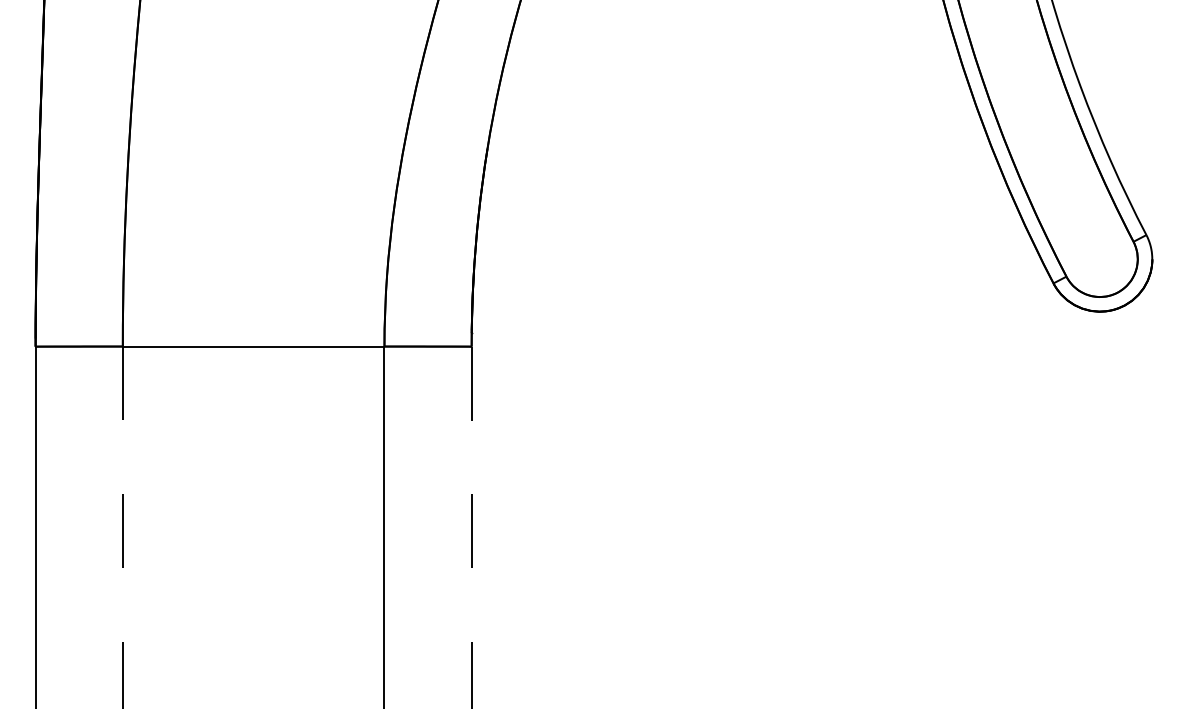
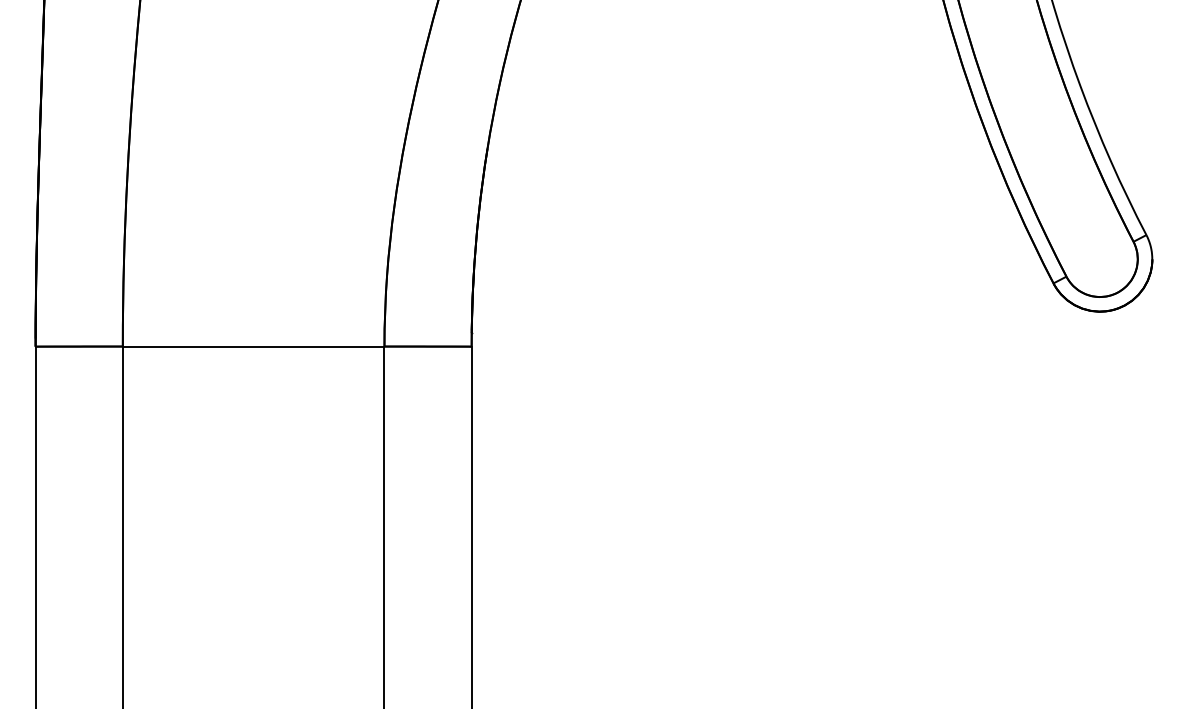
line at (122, 527): dashed -> solid
line at (471, 527): dashed -> solid
